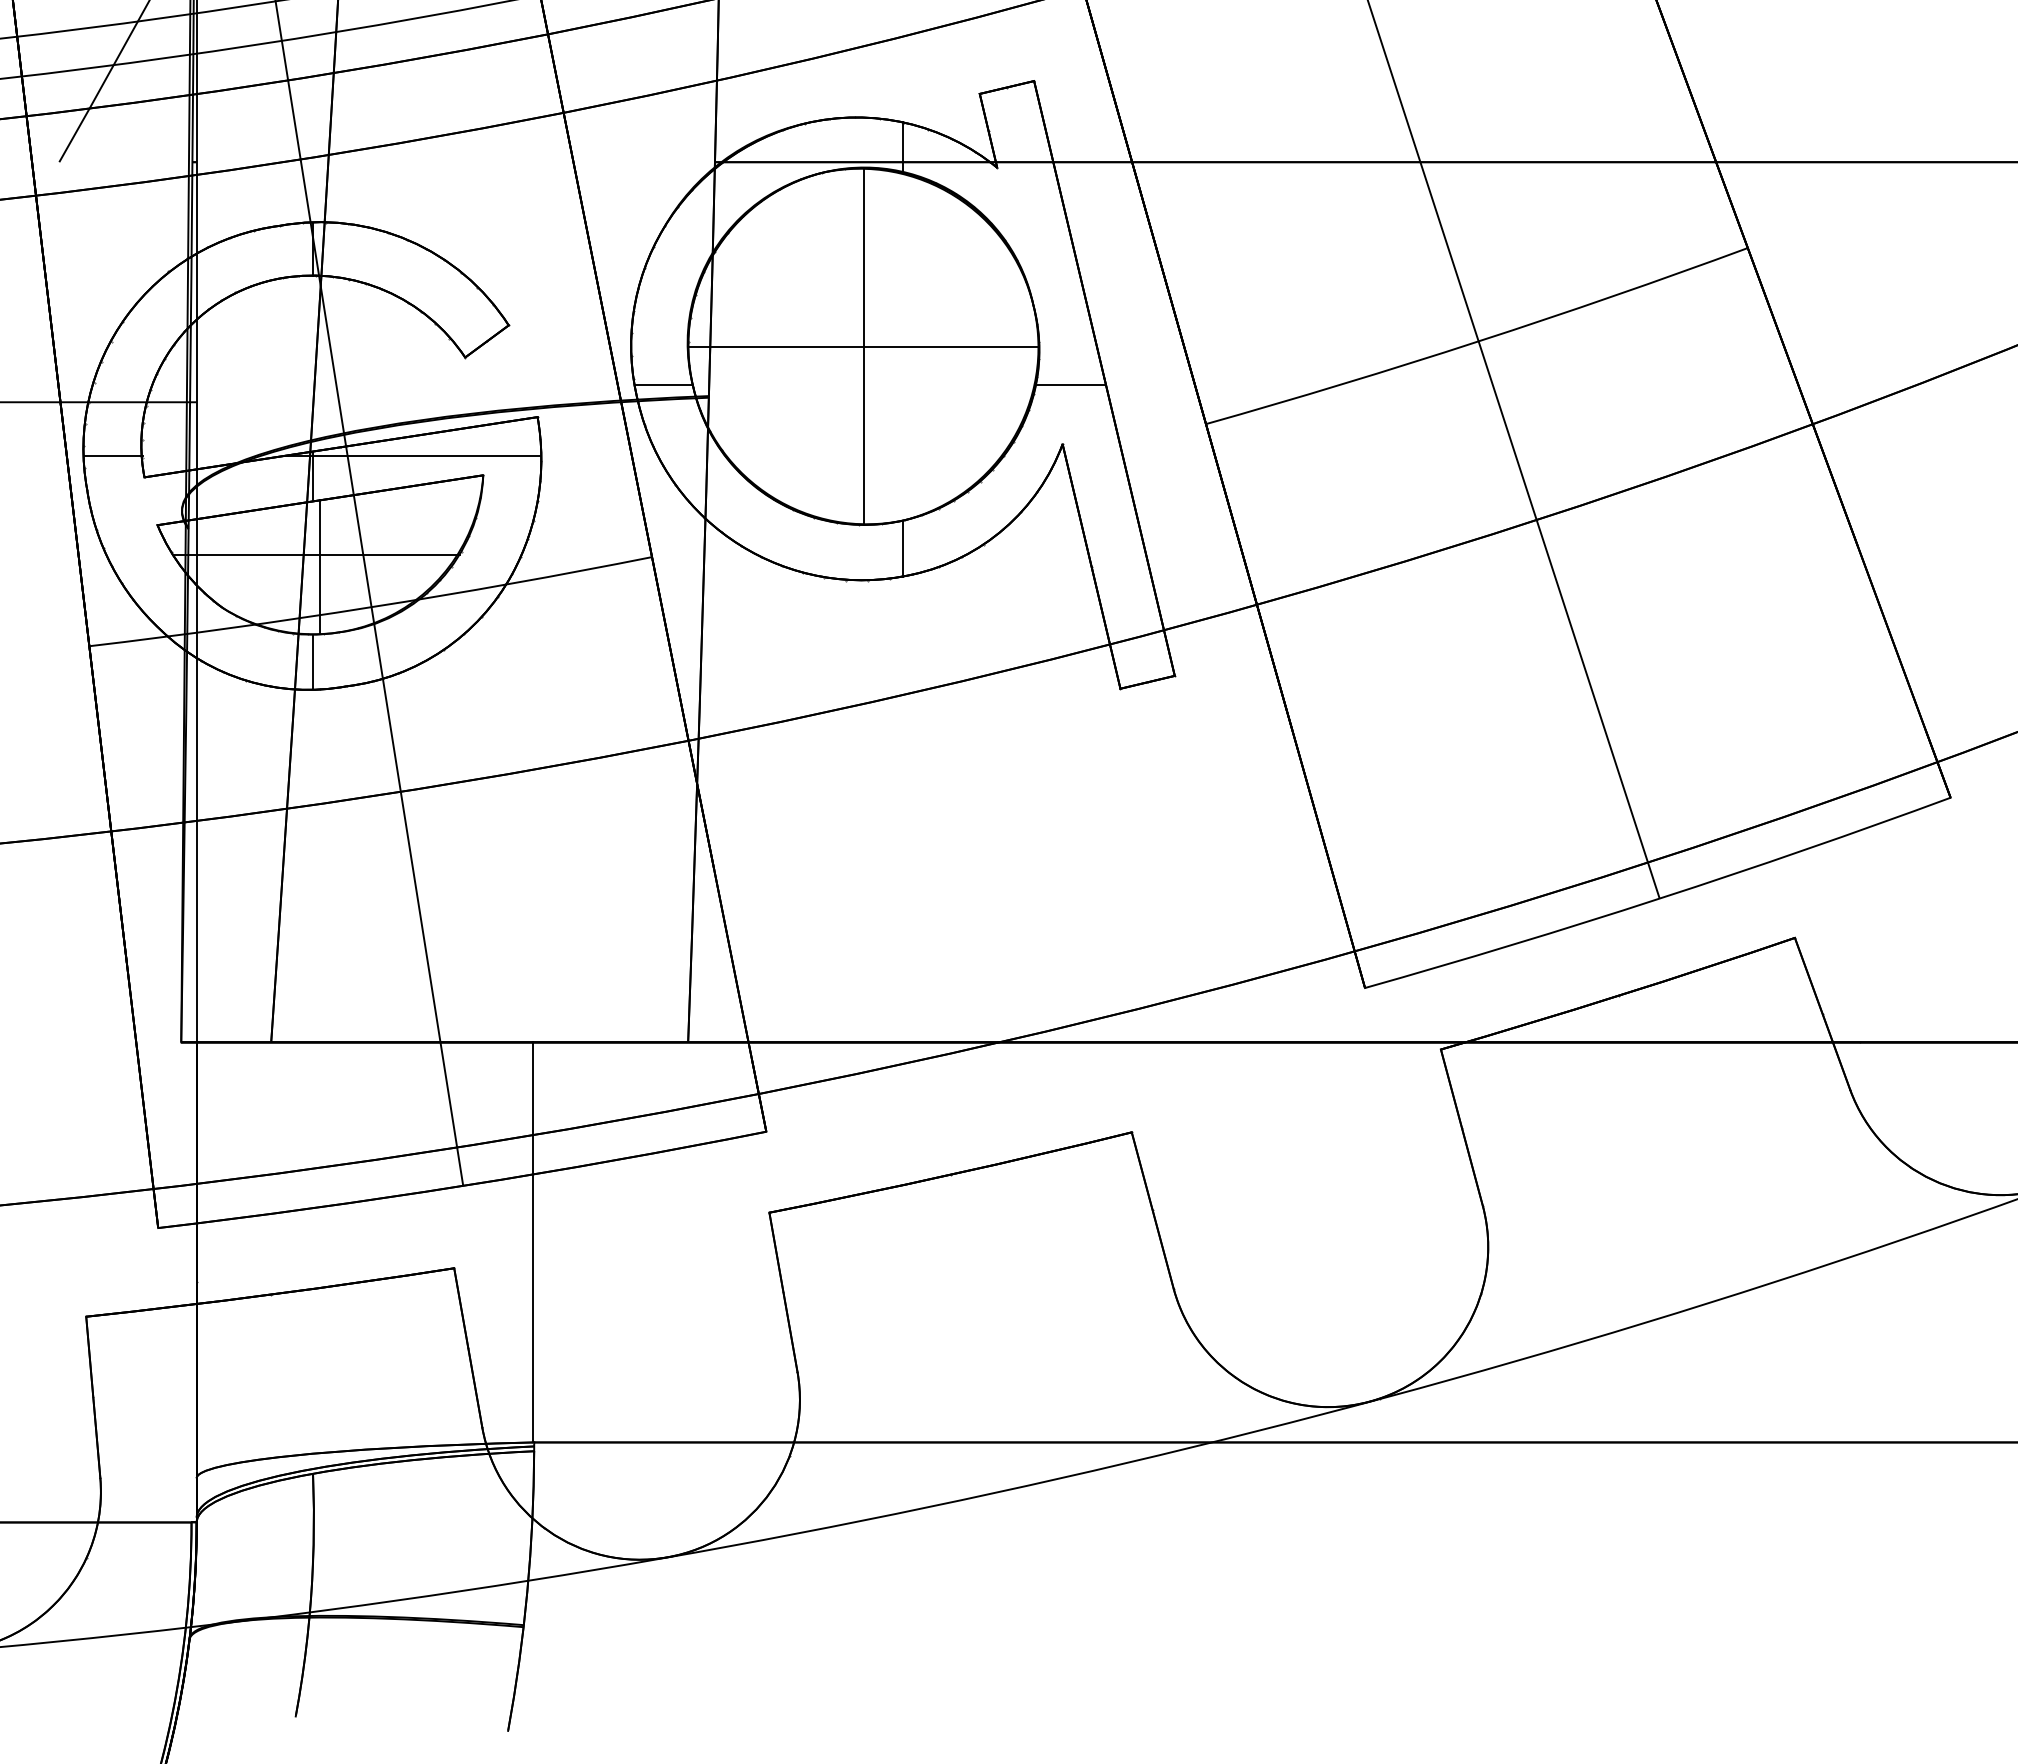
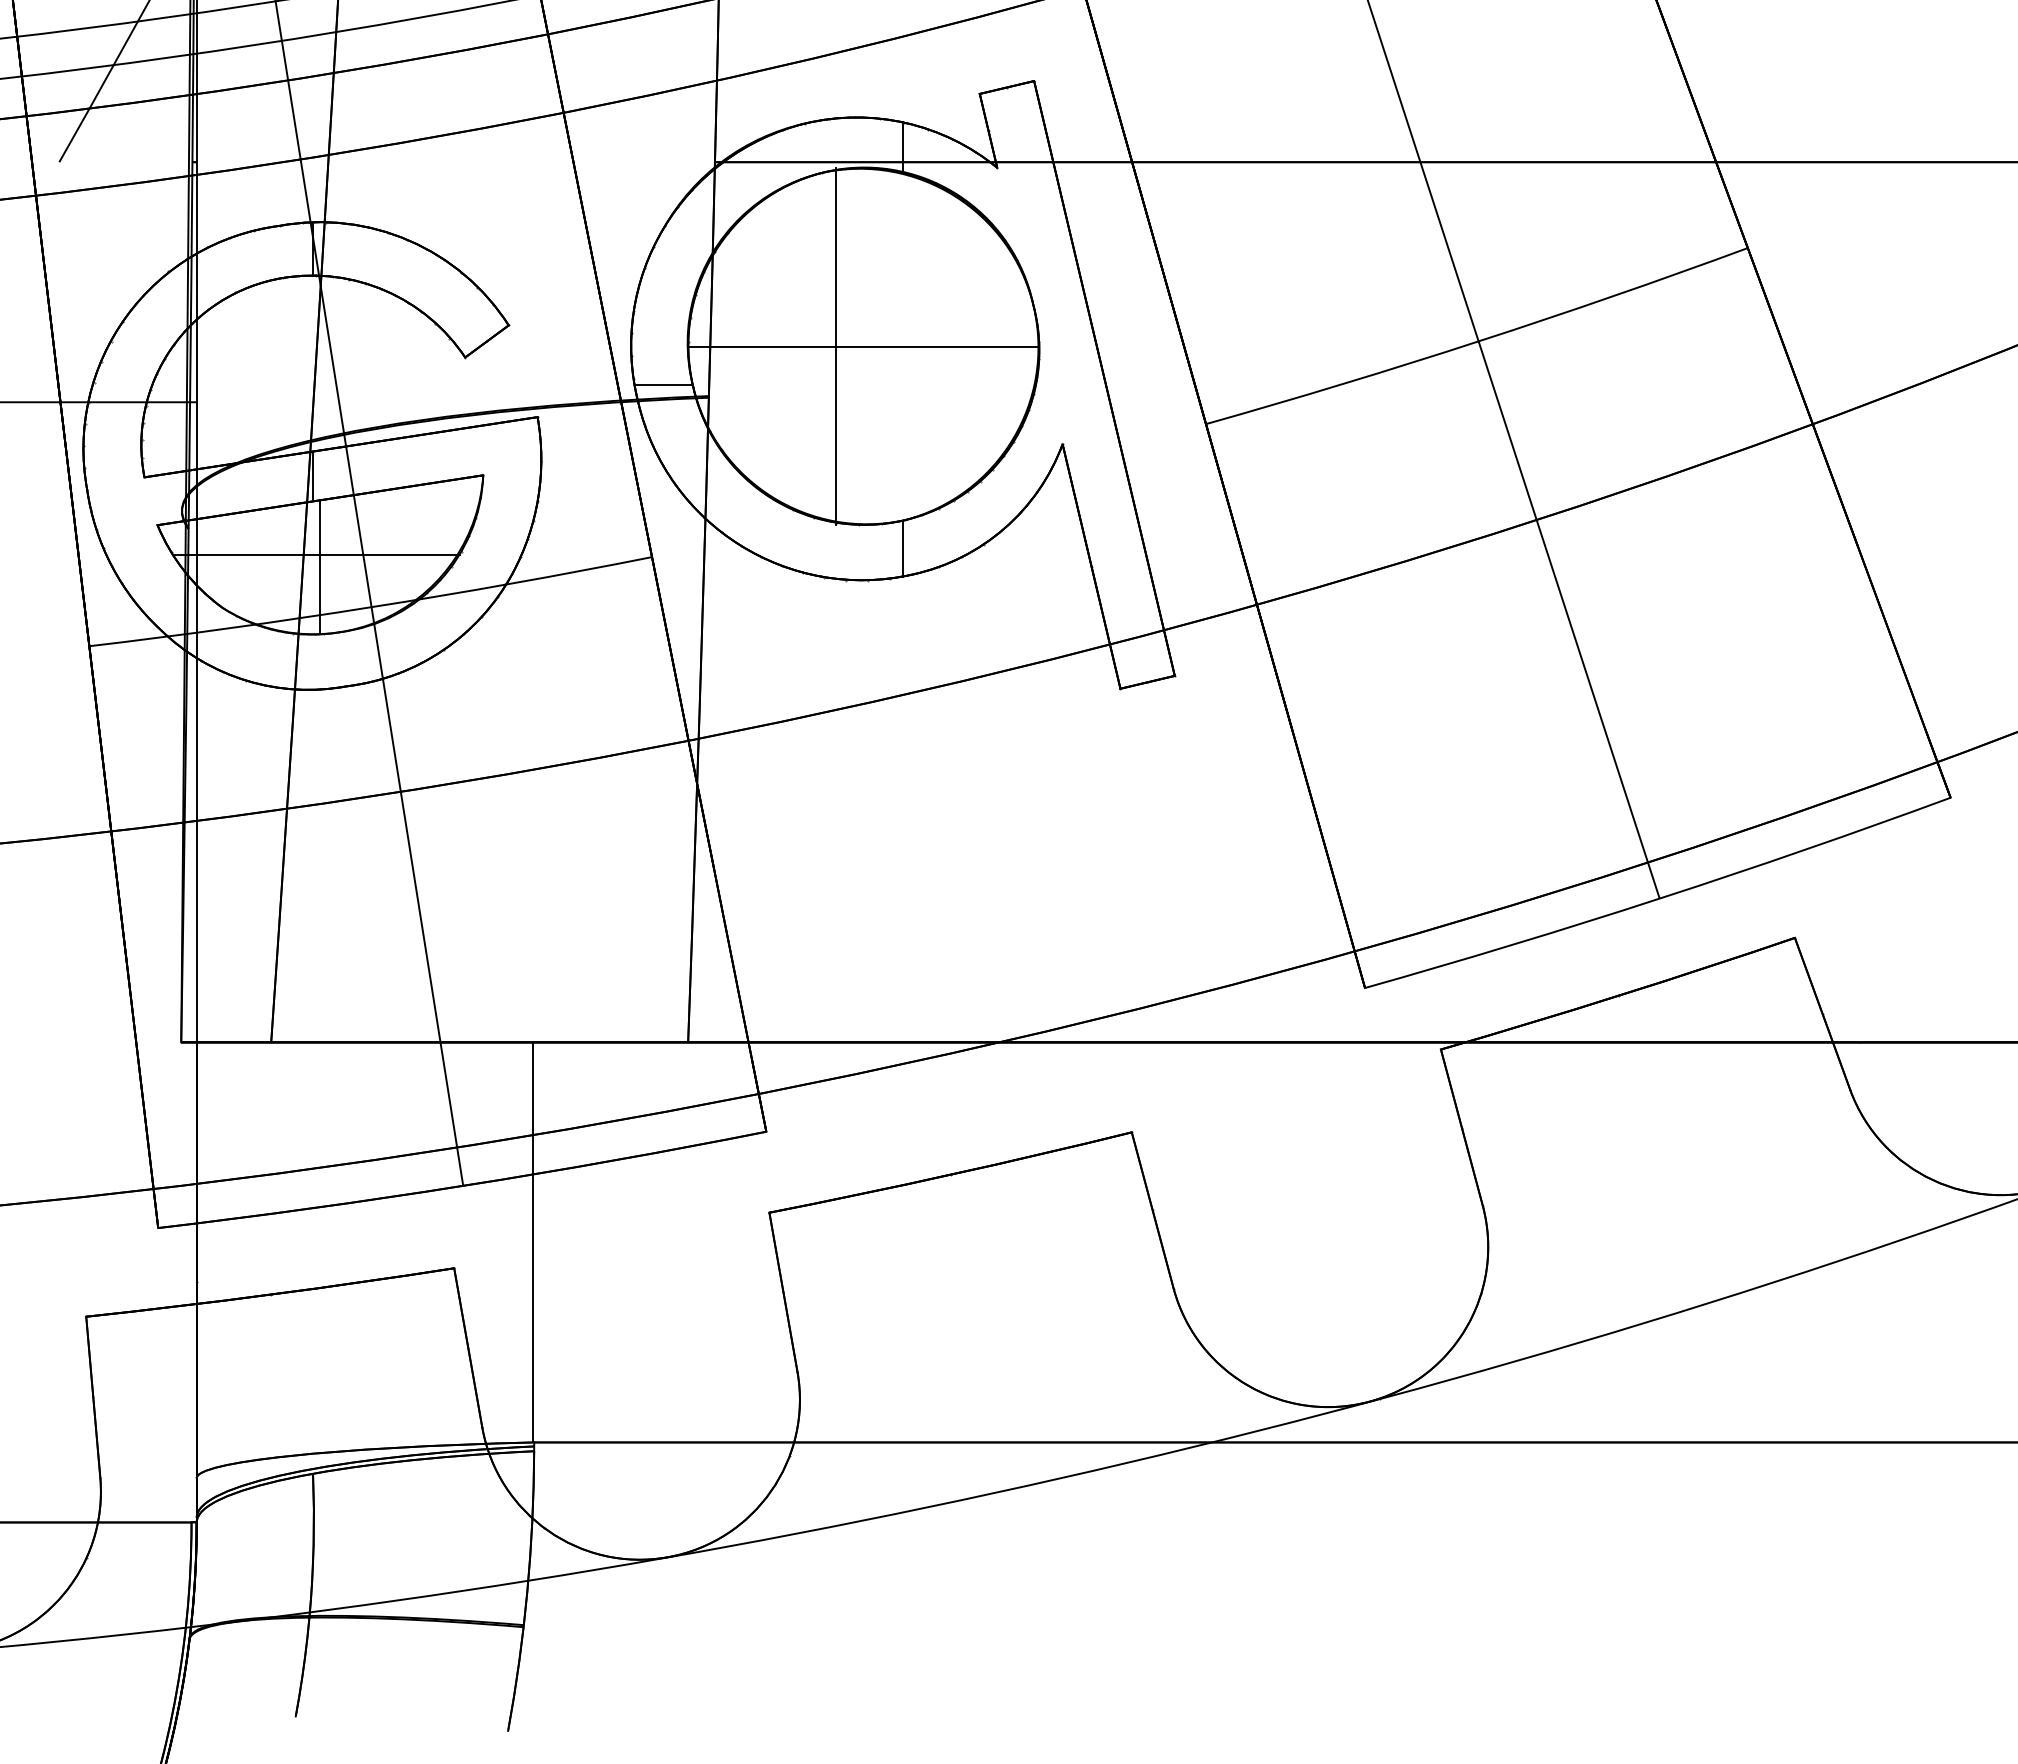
line at (863, 346) position: (863, 346) -> (835, 346)
line at (1070, 384): present -> none
line at (113, 455): present -> none
line at (412, 455): present -> none
line at (312, 661): present -> none
